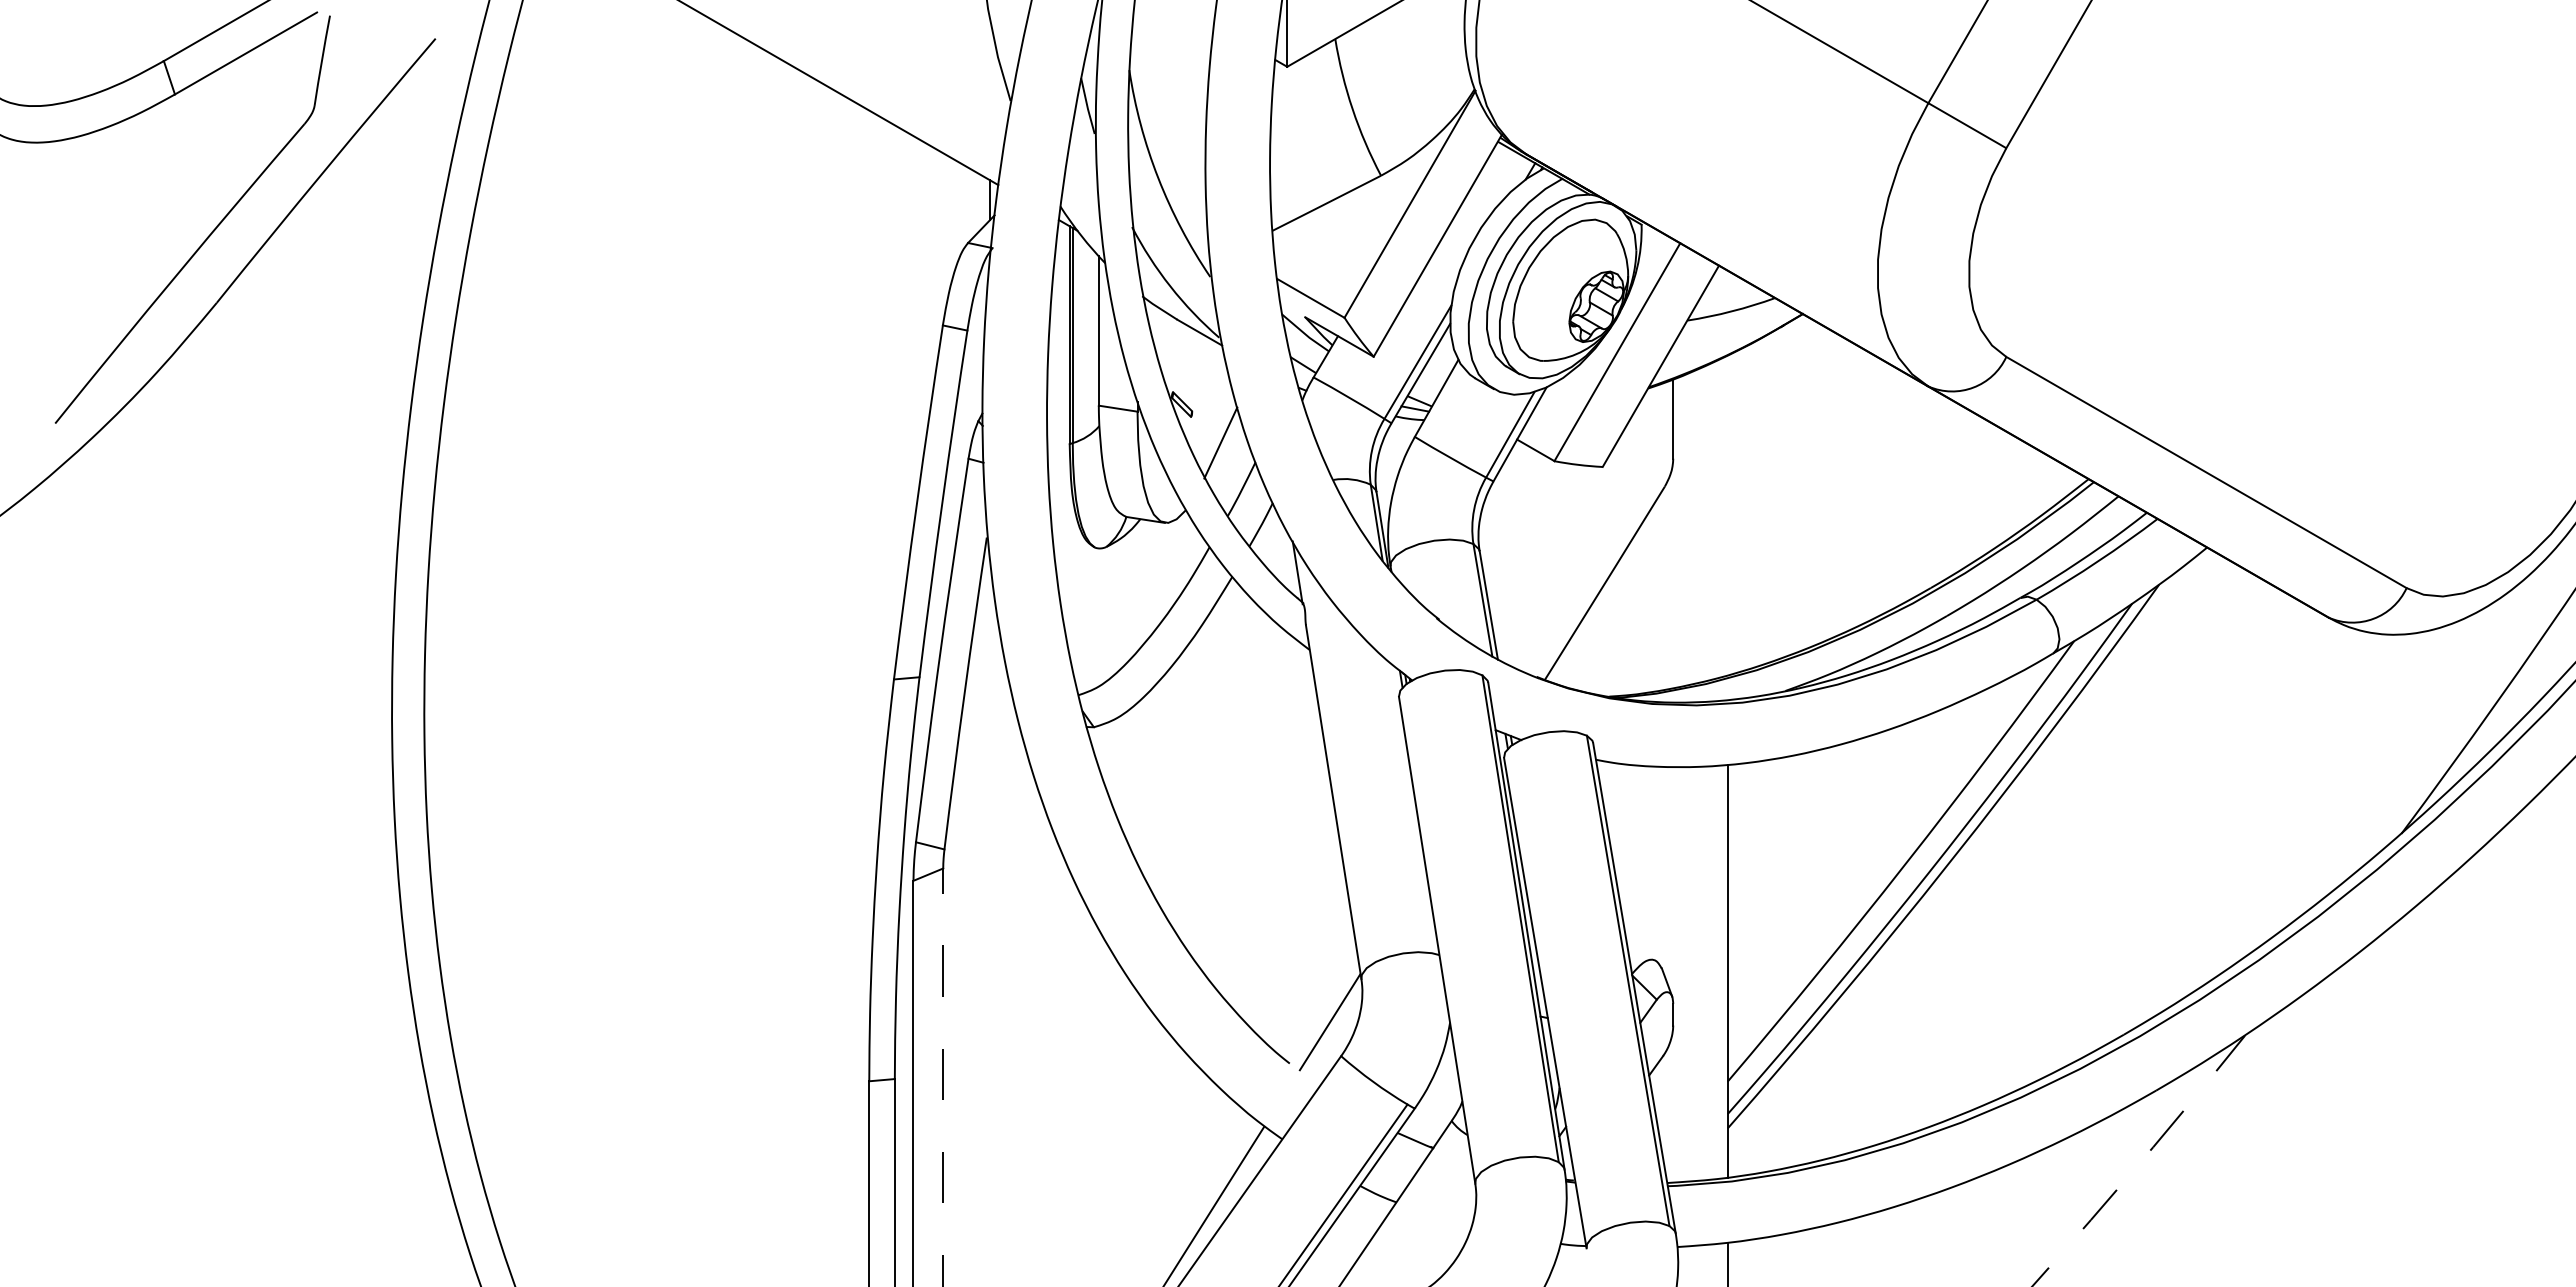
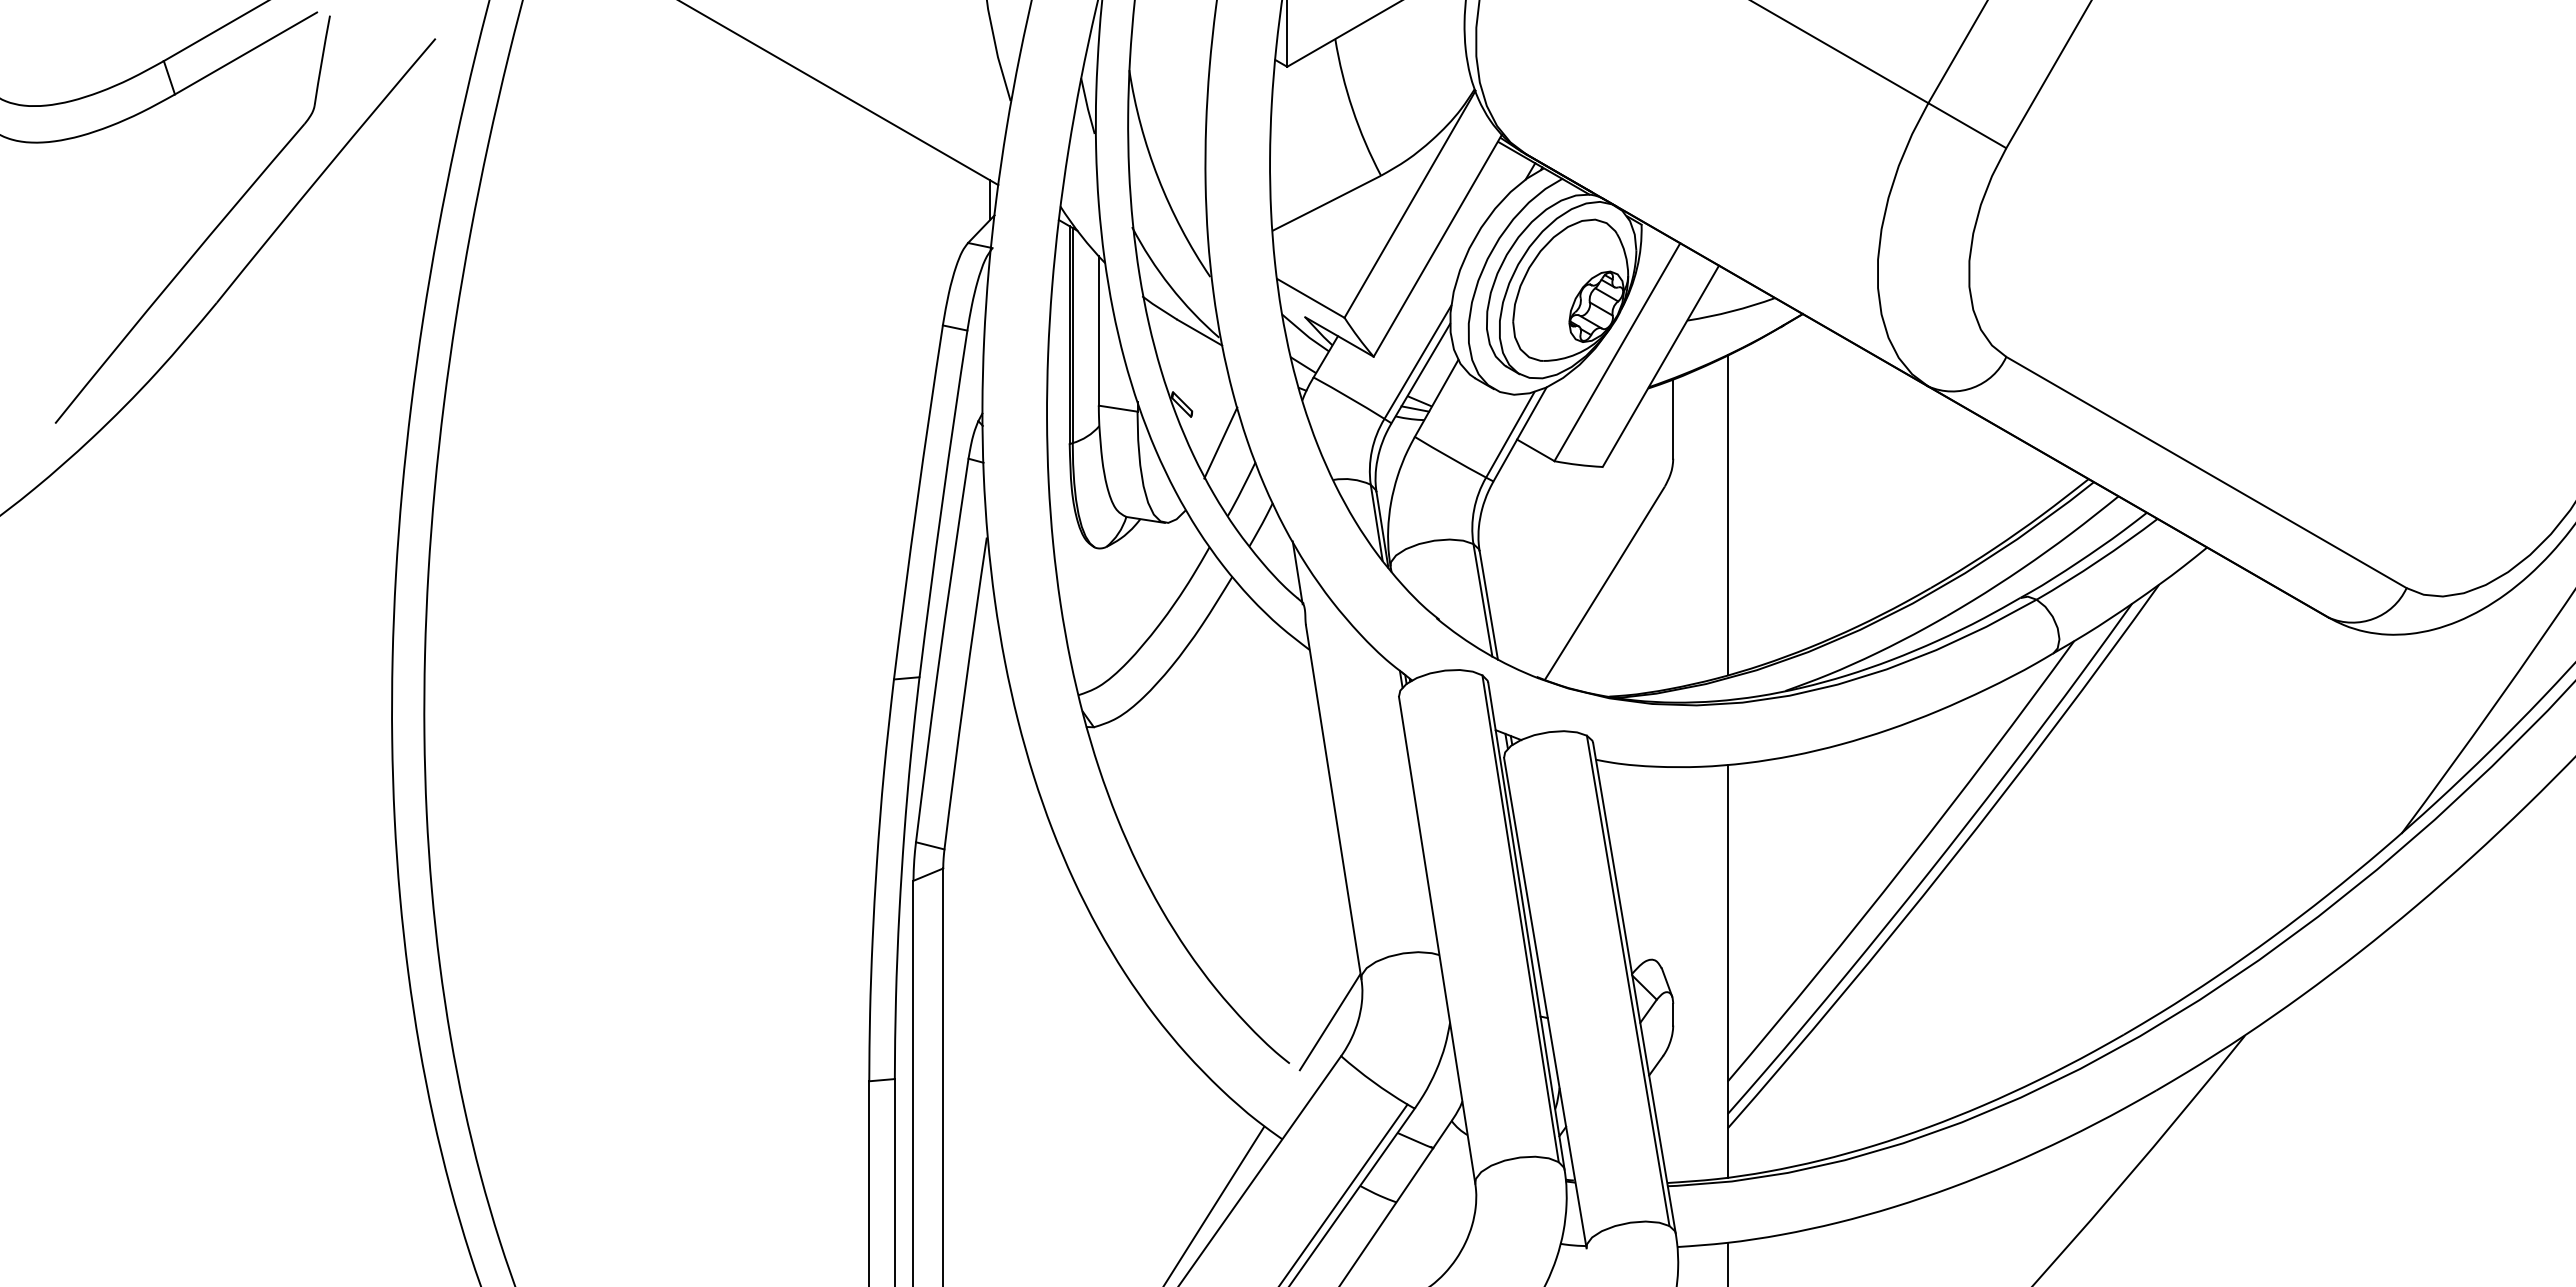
line at (1727, 515): none -> present
line at (943, 1077): dashed -> solid
arc at (2140, 1162): dashed -> solid
